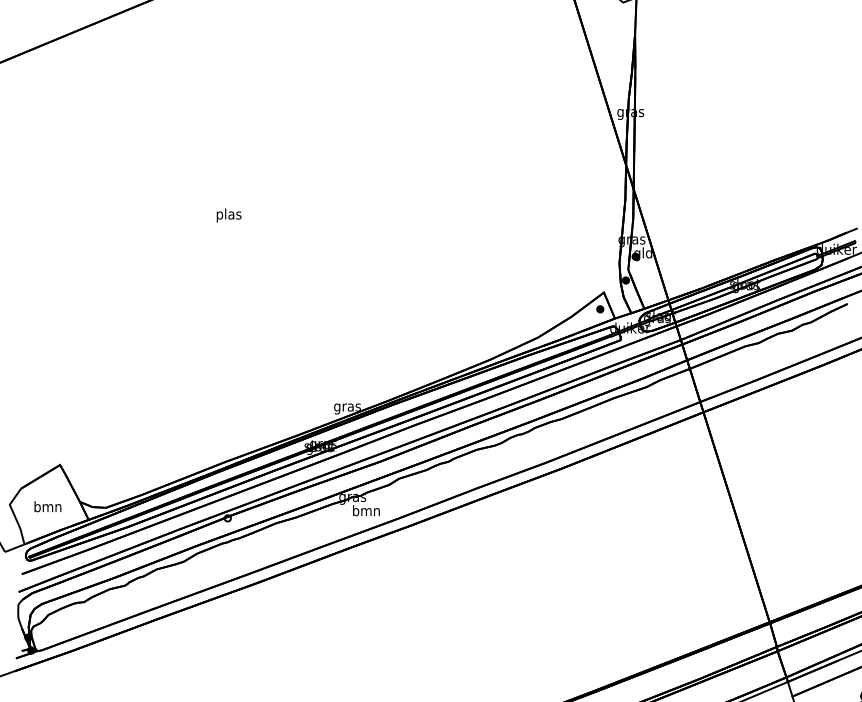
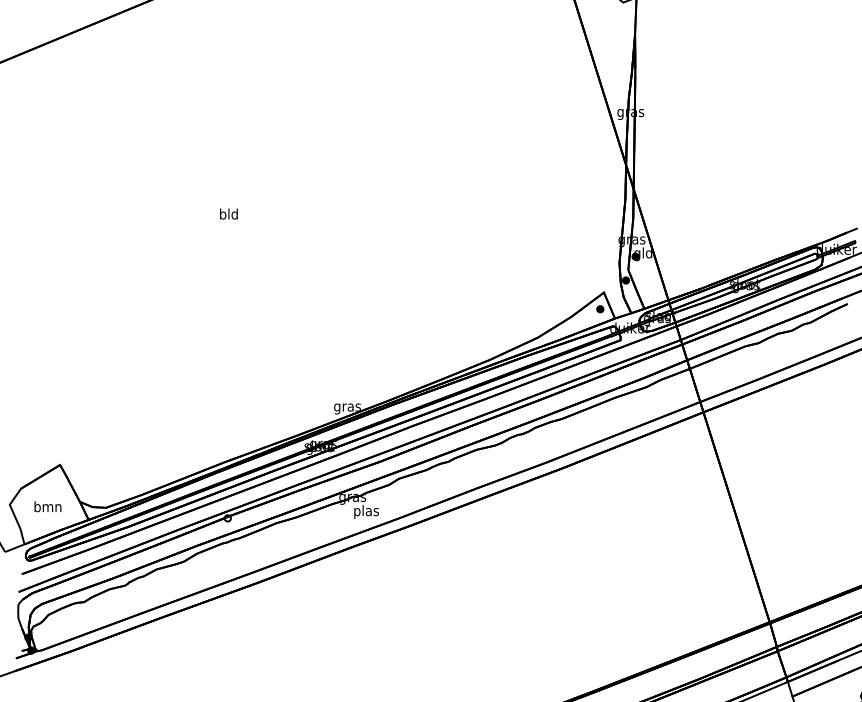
text at (228, 215): plas -> bld
text at (366, 511): bmn -> plas
